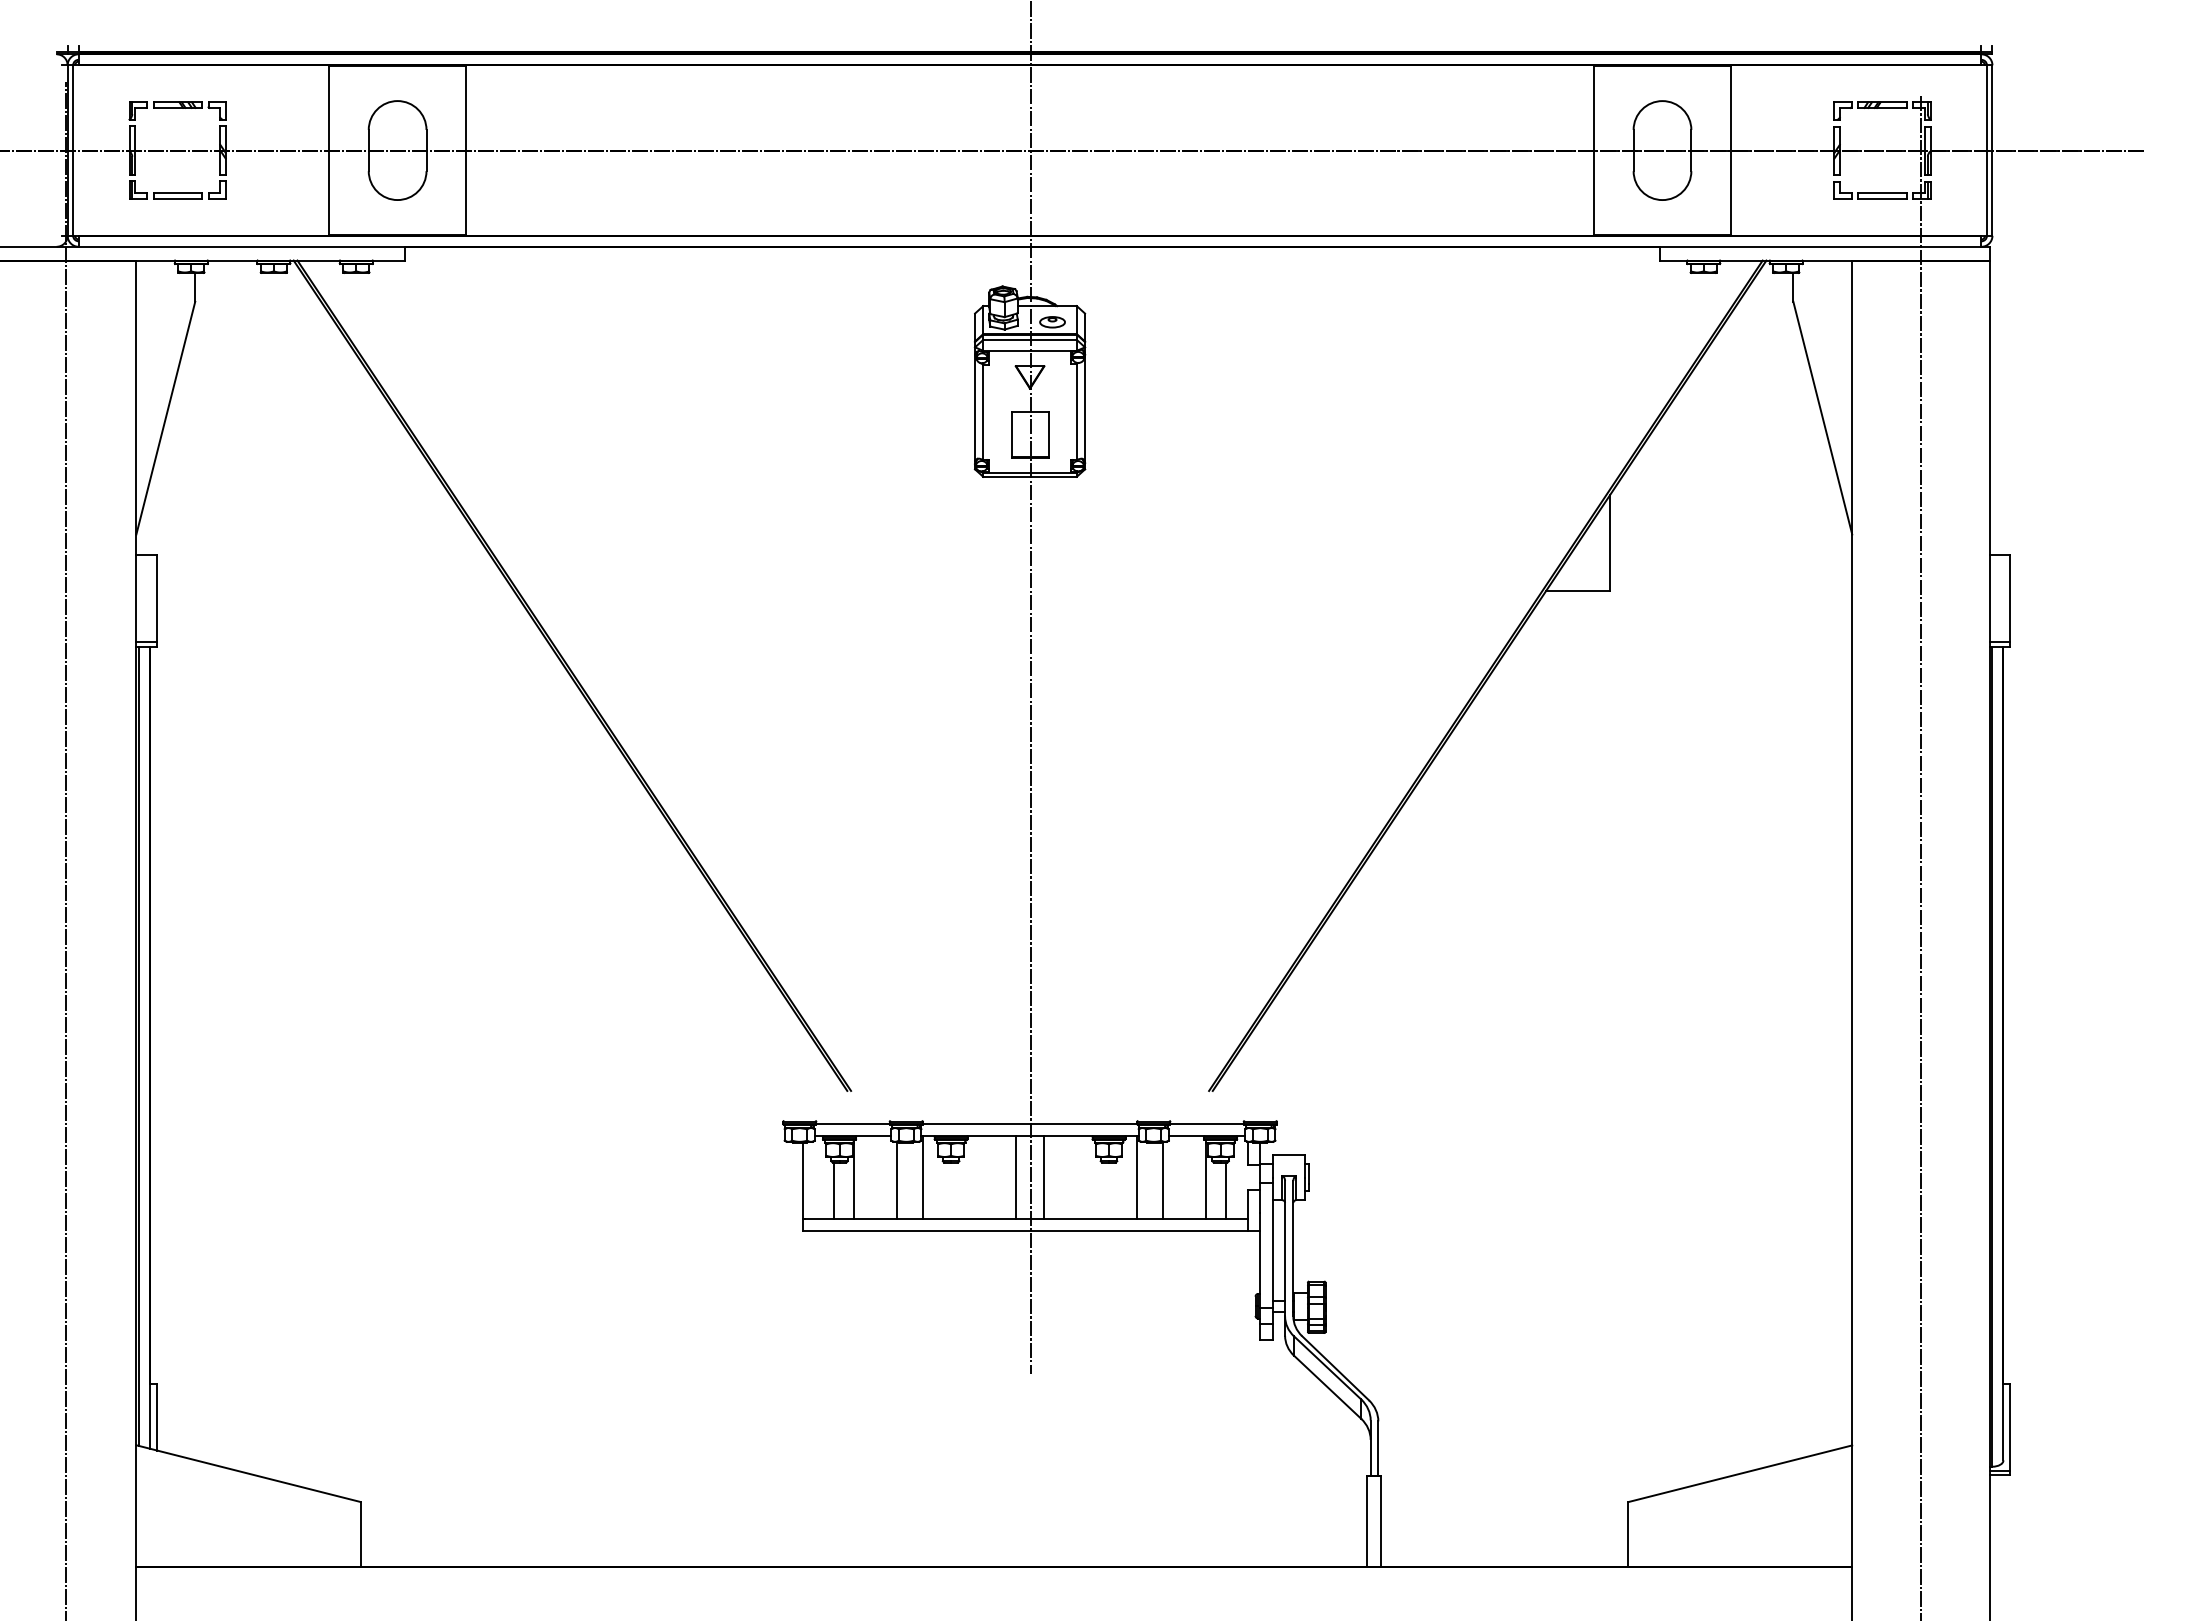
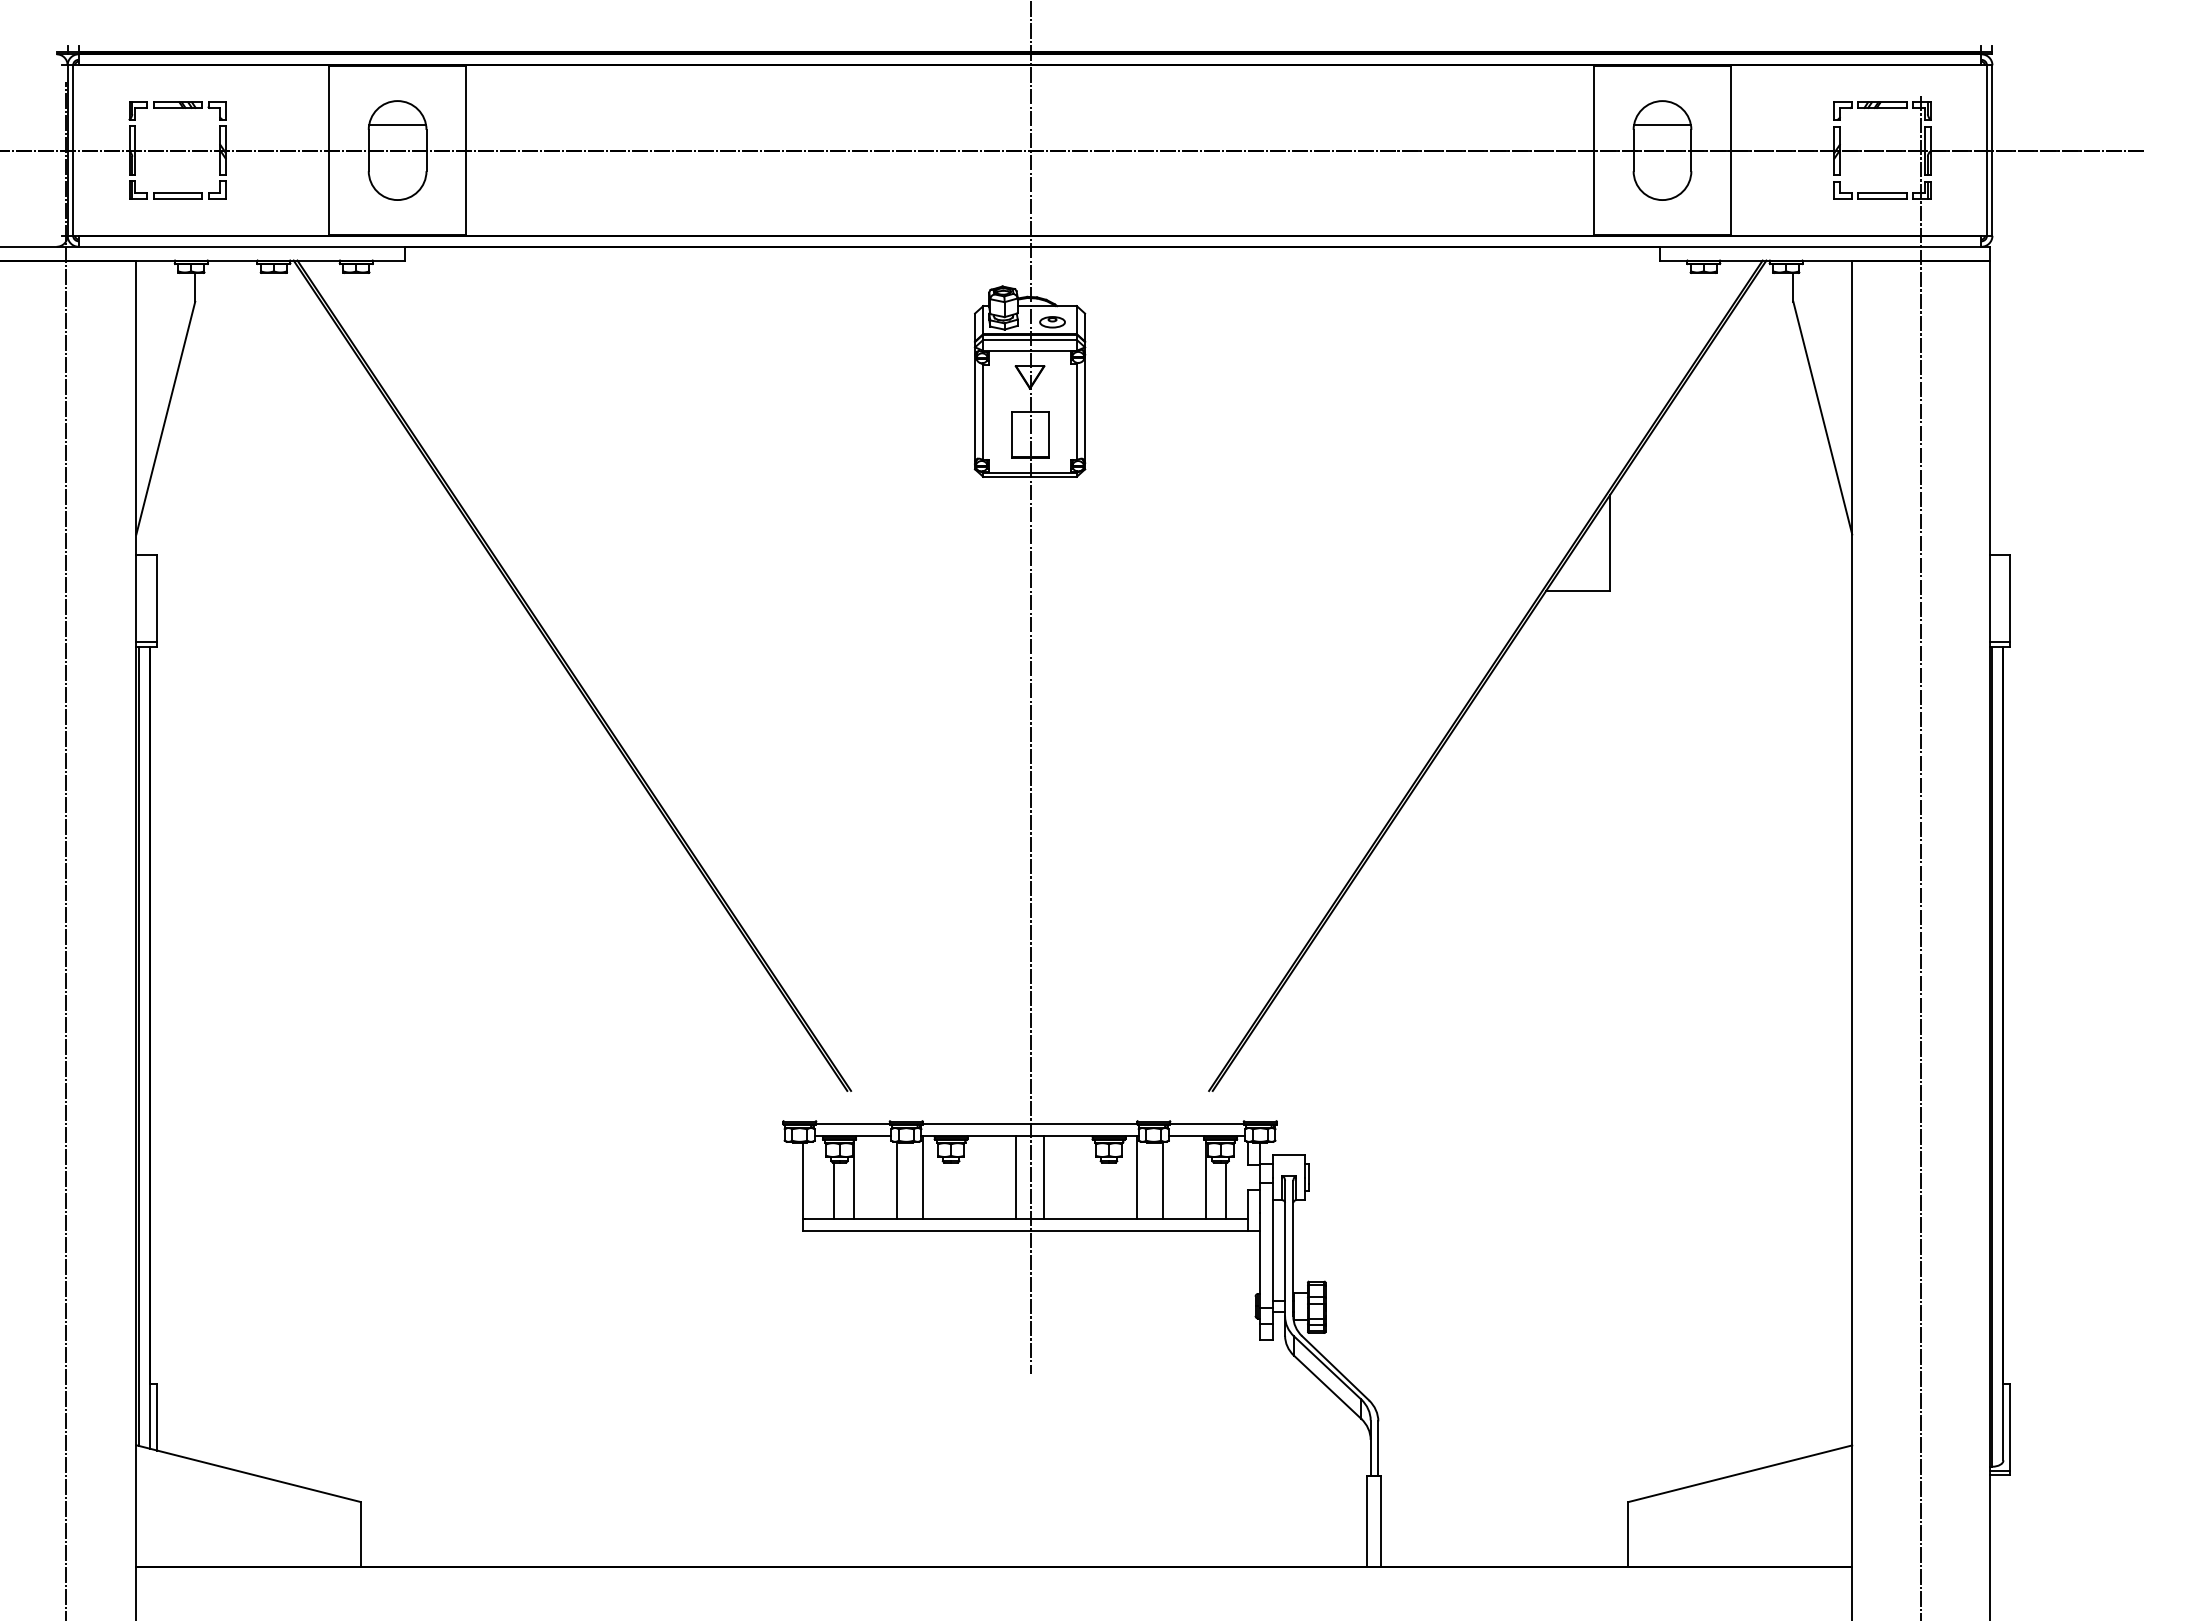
line at (397, 125): none -> present
line at (1662, 125): none -> present
